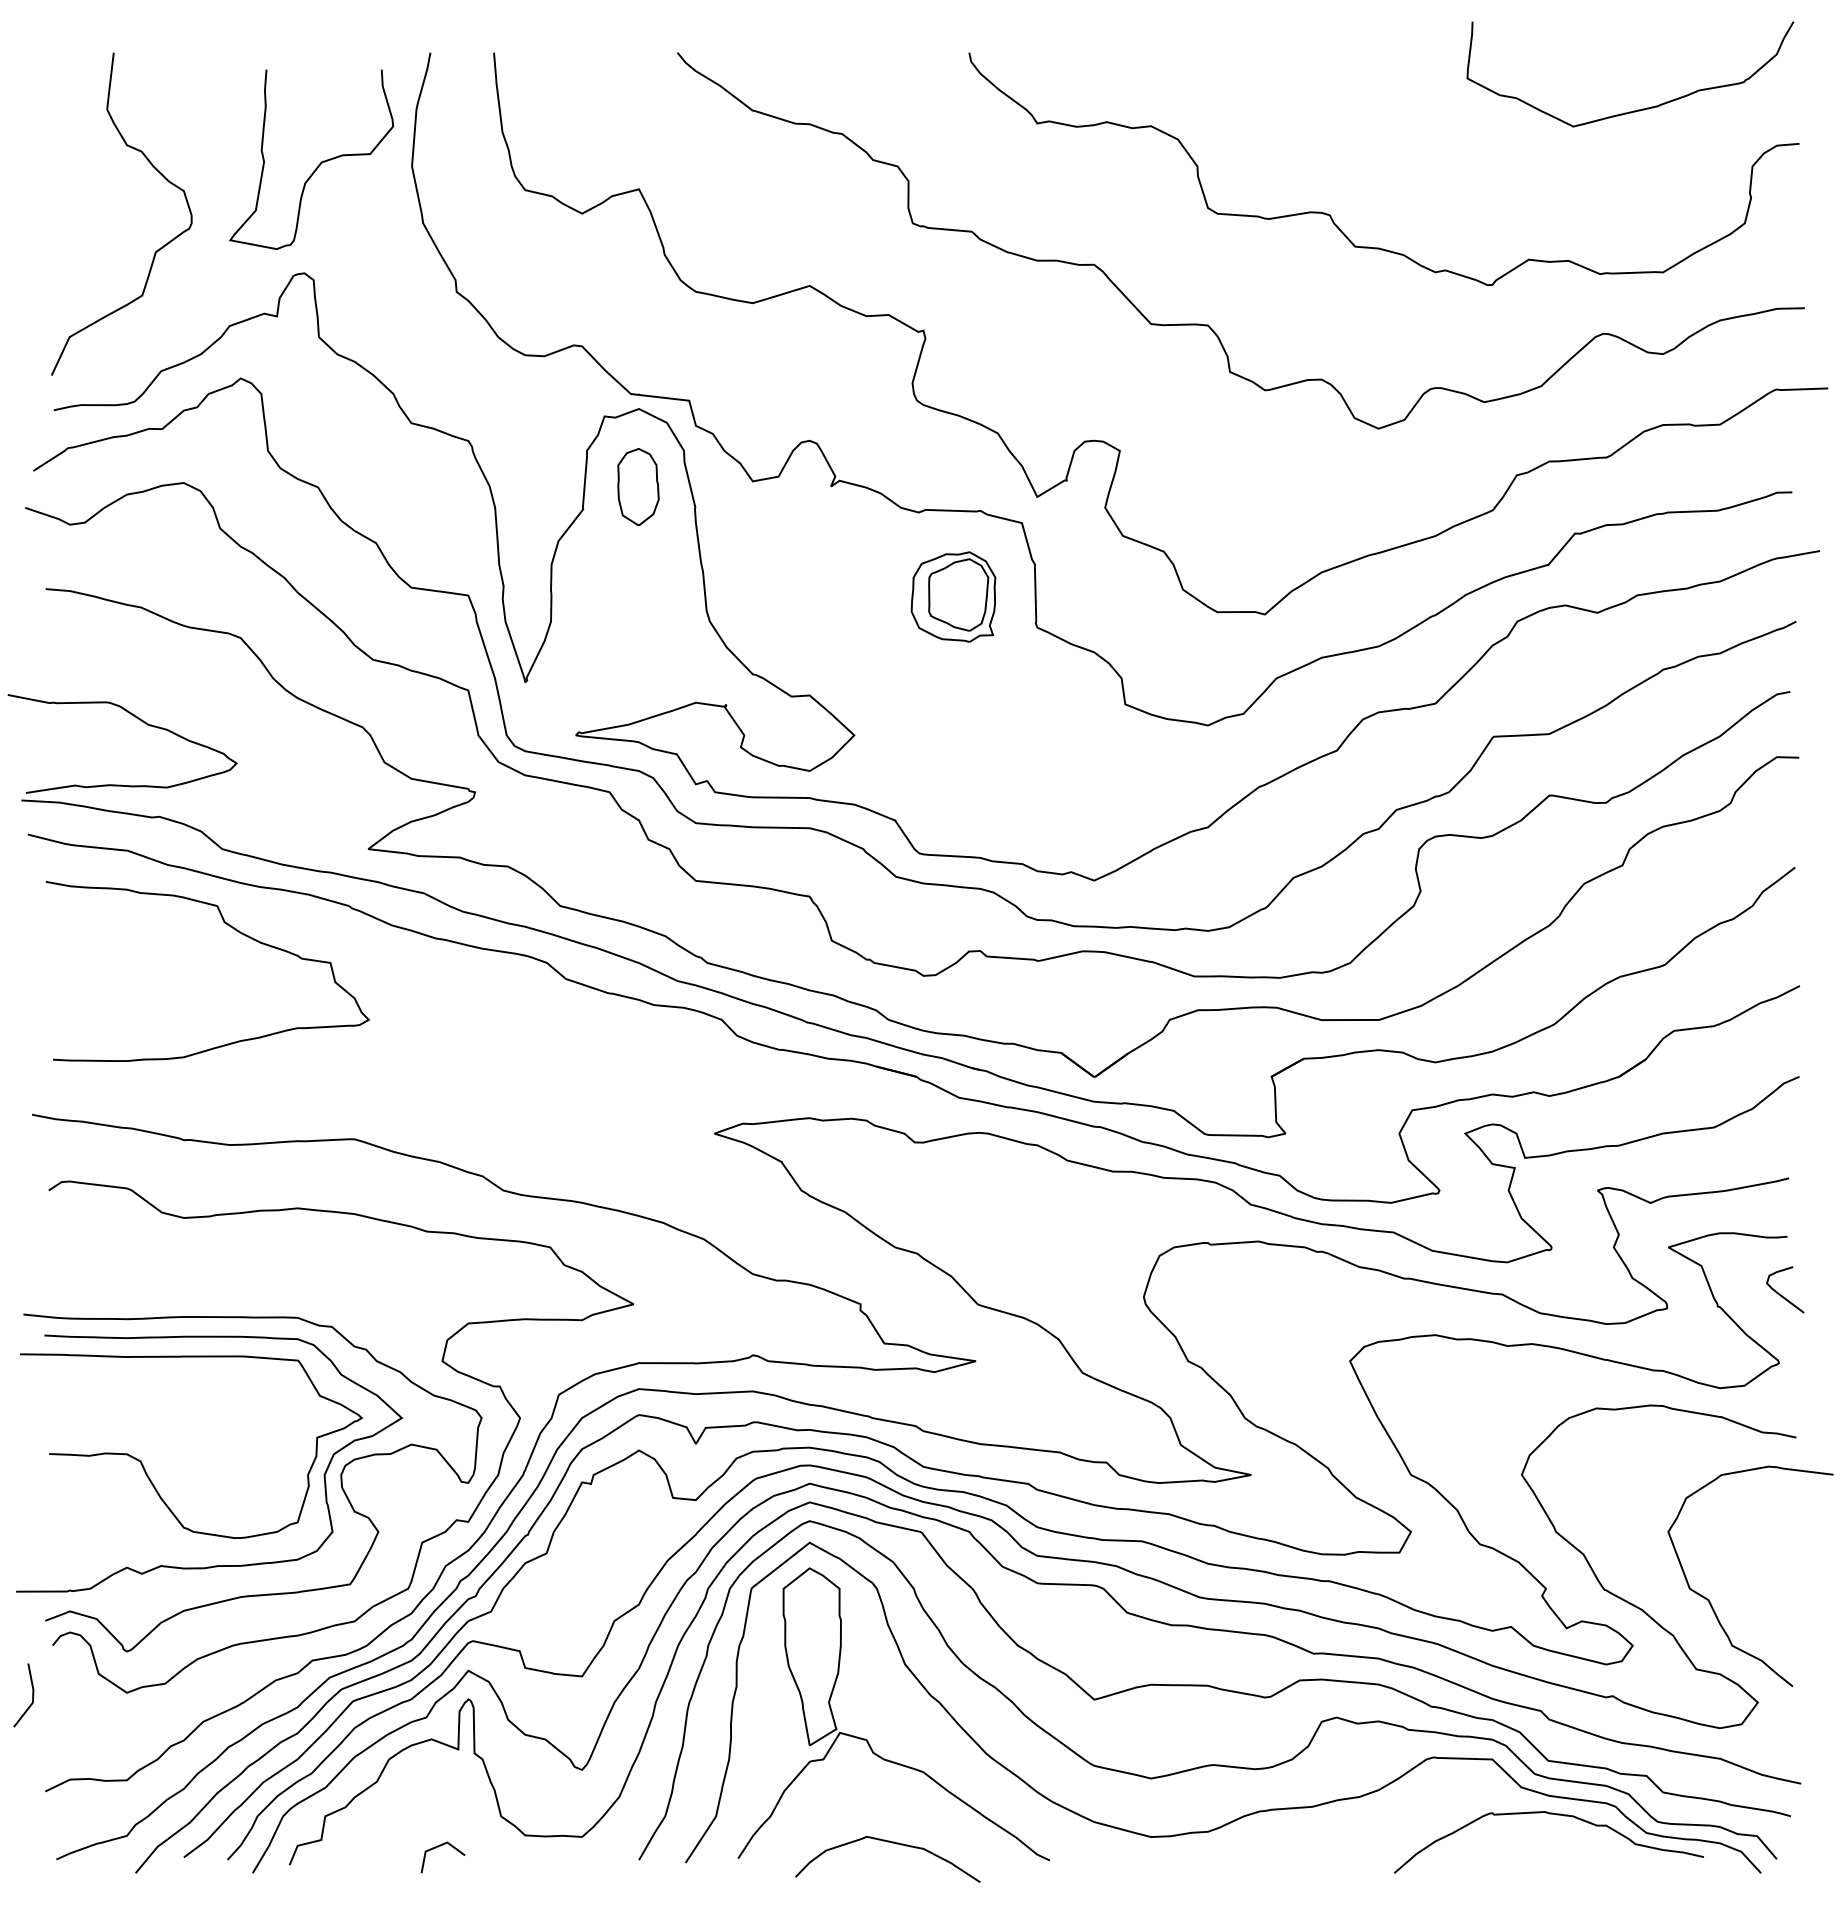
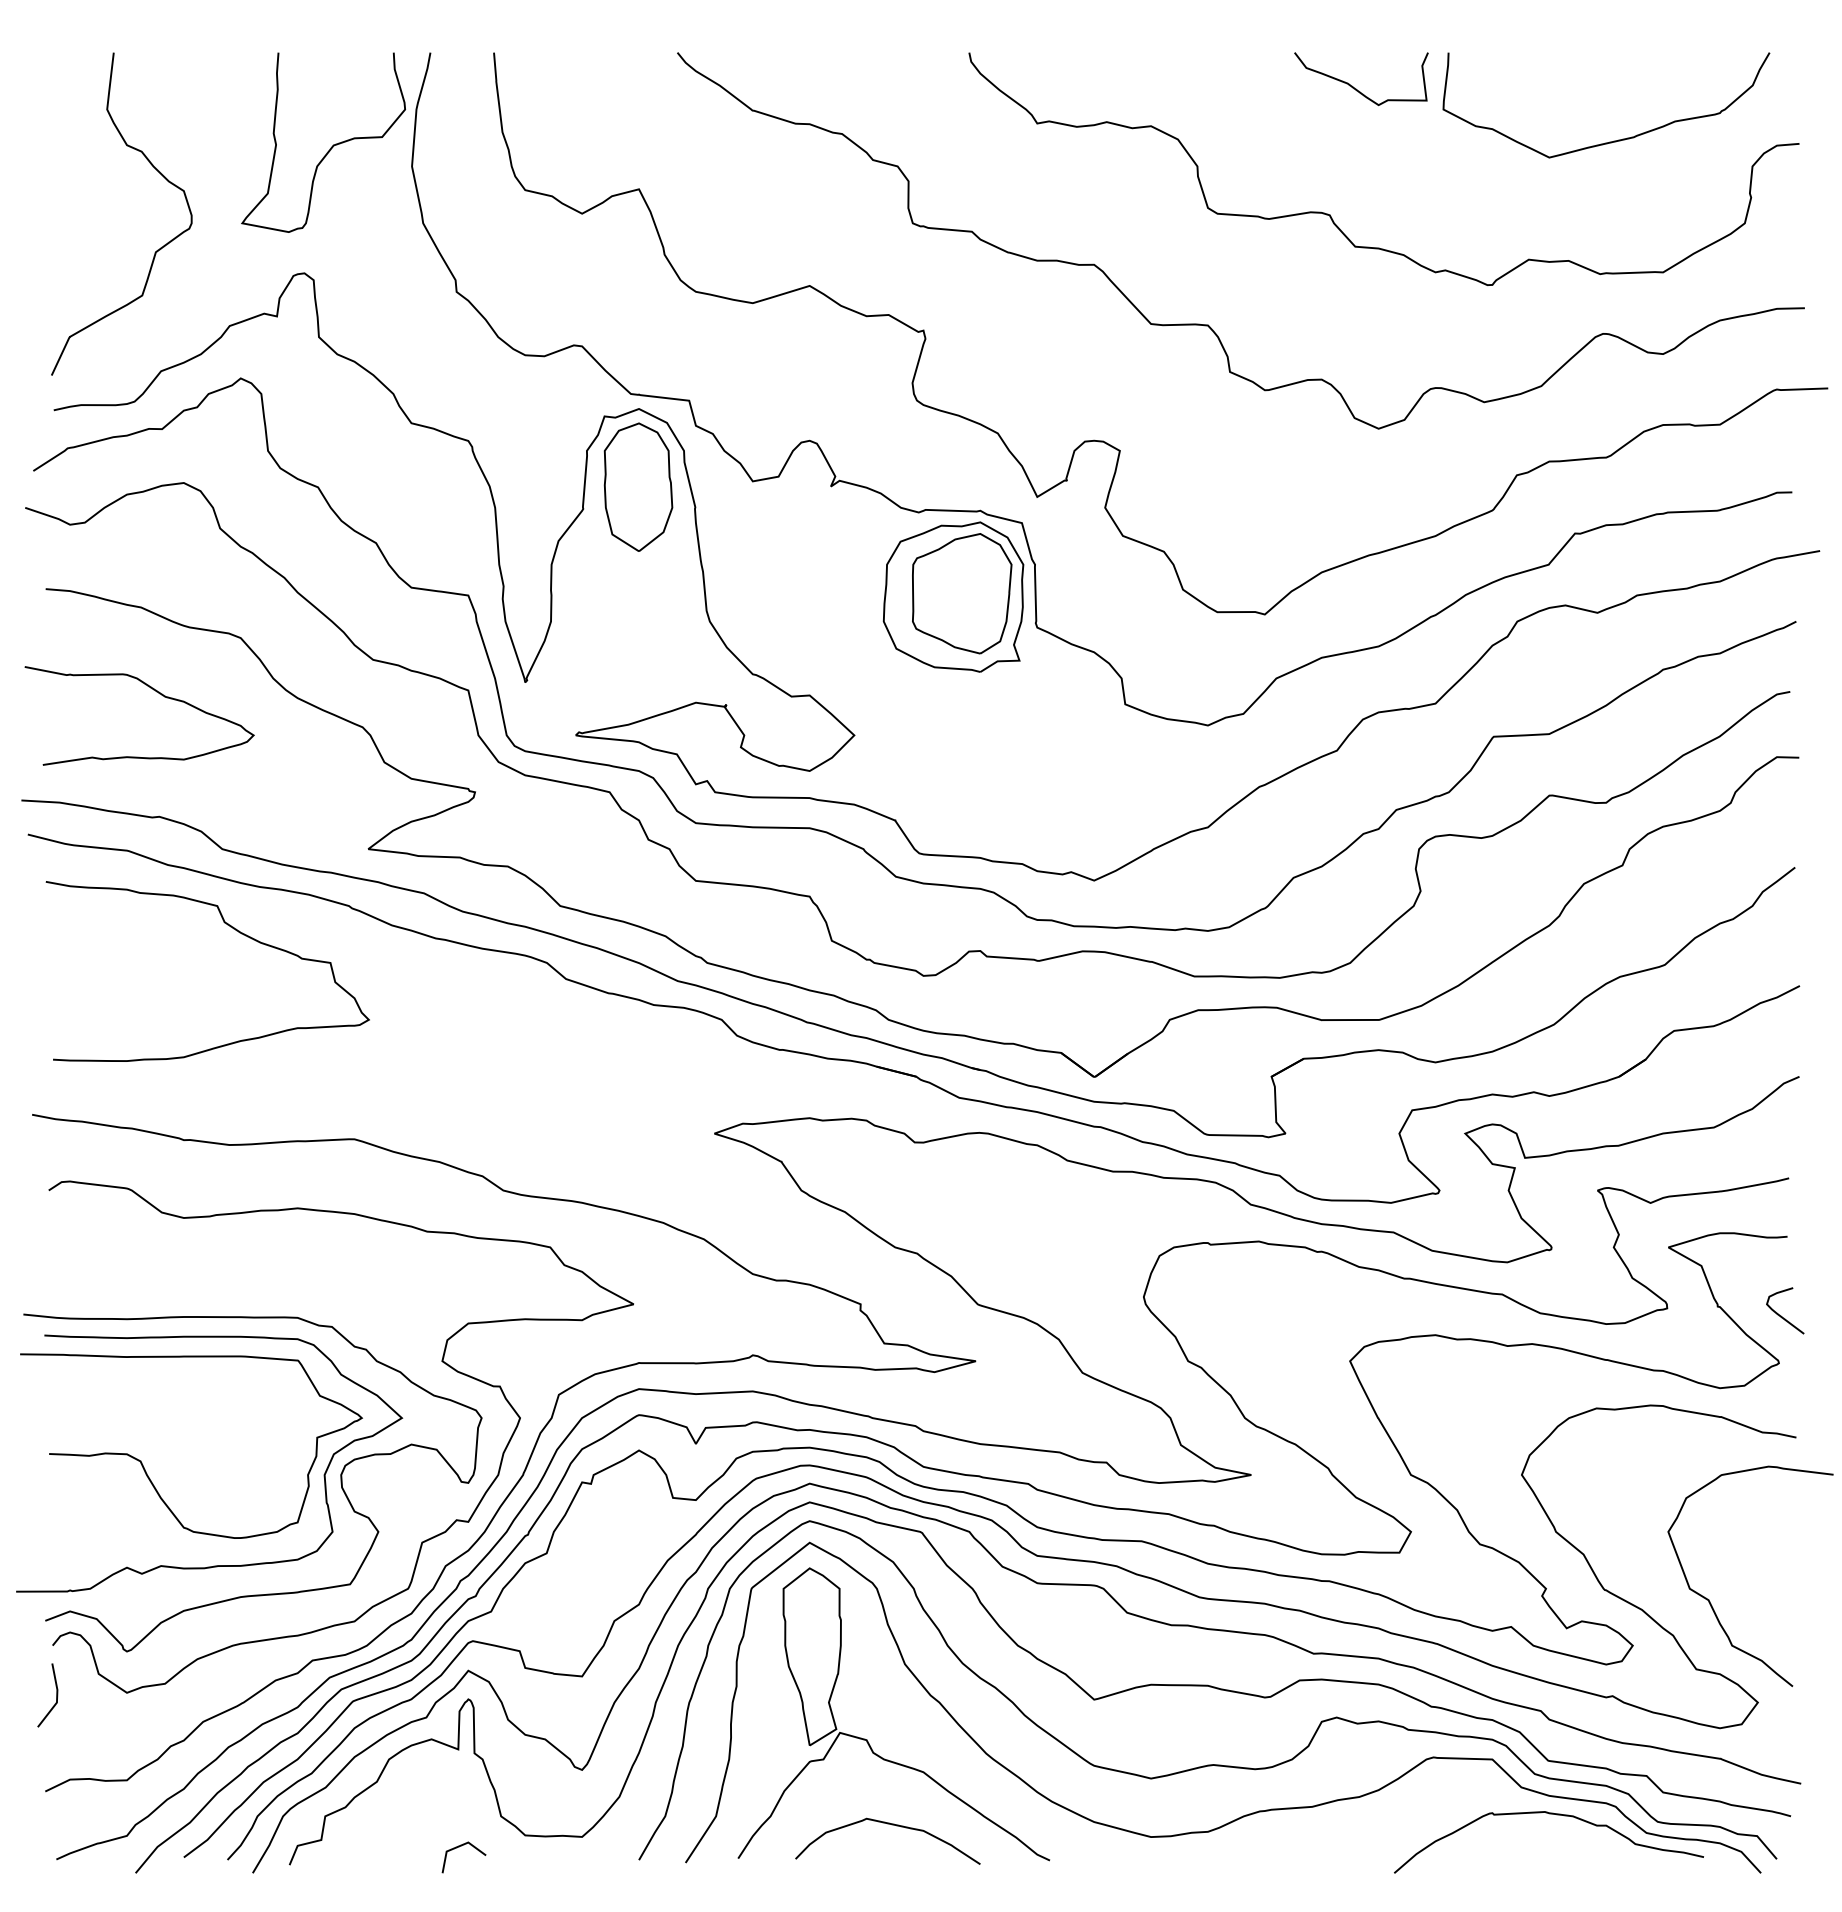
curve at (1356, 88): none -> present
curve at (1637, 109) position: (1637, 109) -> (1613, 140)
curve at (318, 164) position: (318, 164) -> (330, 147)
part at (638, 487) size: 43x79 px -> 71x130 px
part at (953, 596) size: 87x92 px -> 143x152 px
curve at (139, 720) position: (139, 720) -> (156, 692)
curve at (1781, 1294) position: (1781, 1294) -> (1781, 1315)
line at (32, 1695) position: (32, 1695) -> (56, 1695)
curve at (892, 1843) position: (892, 1843) -> (892, 1825)
line at (438, 1847) position: (438, 1847) -> (459, 1847)
